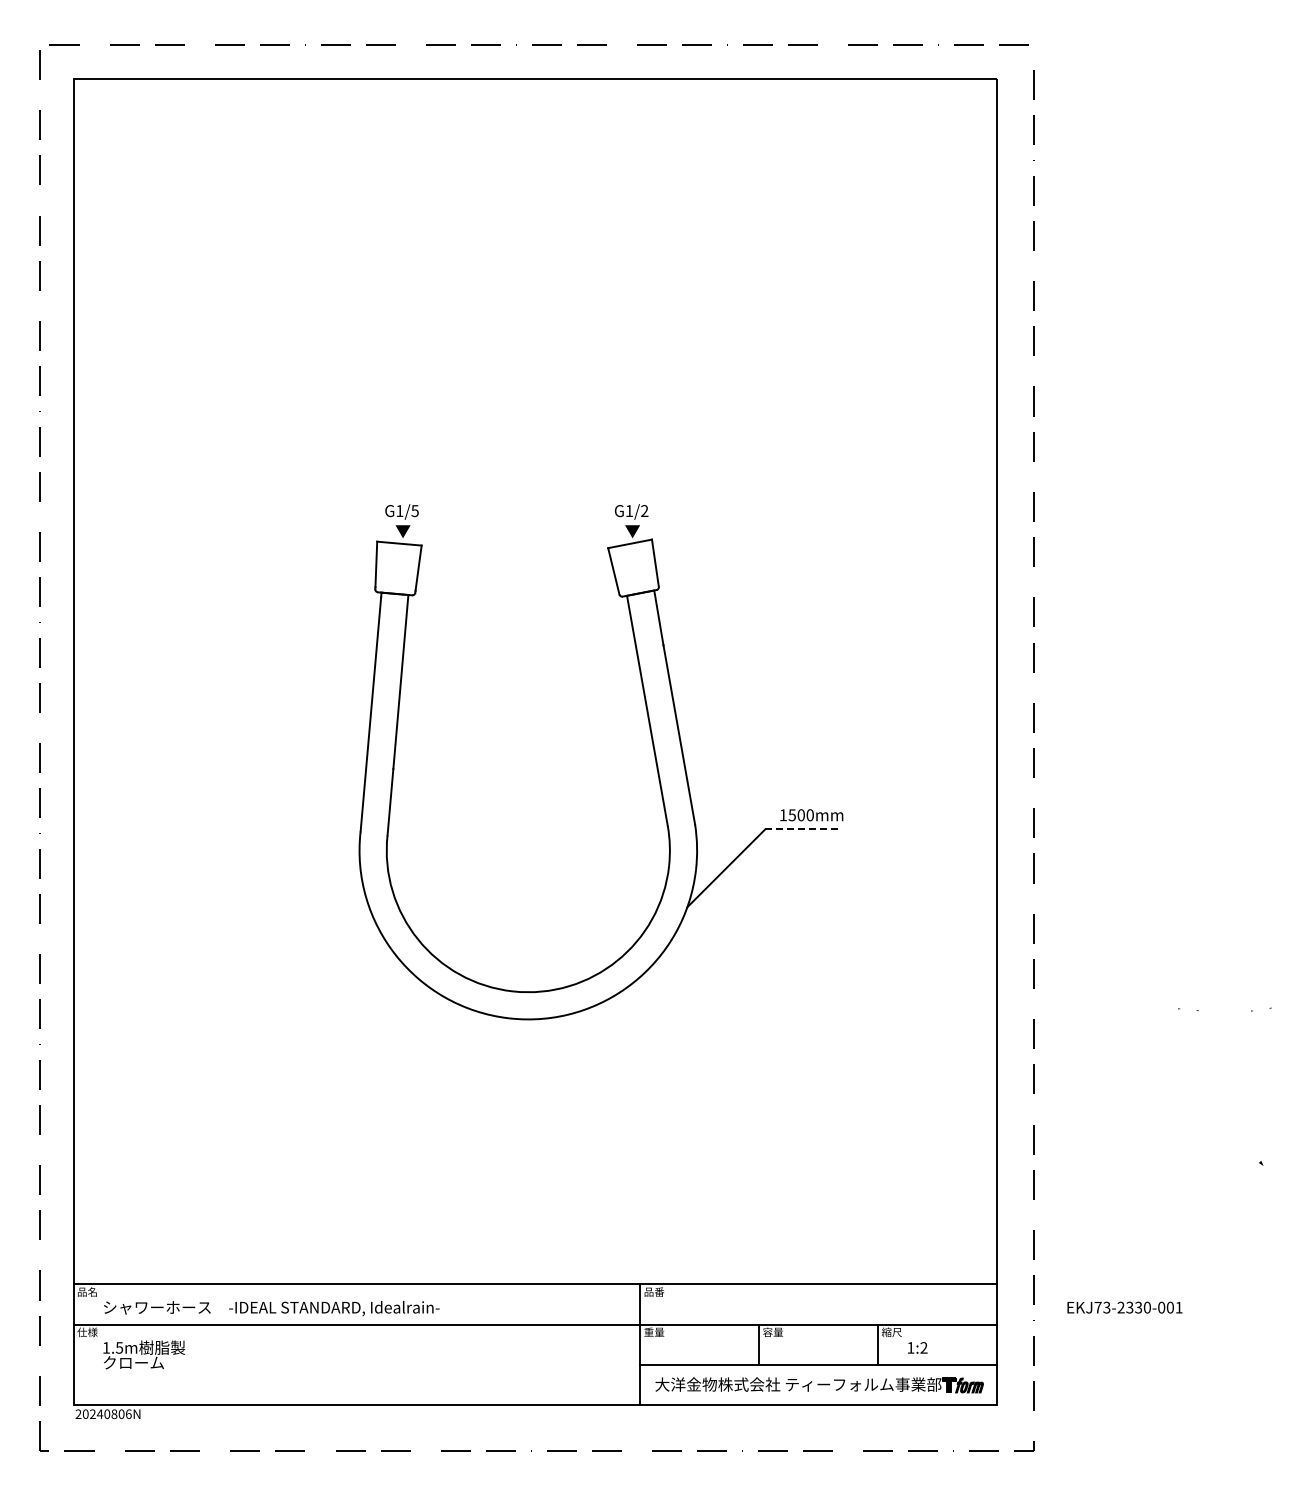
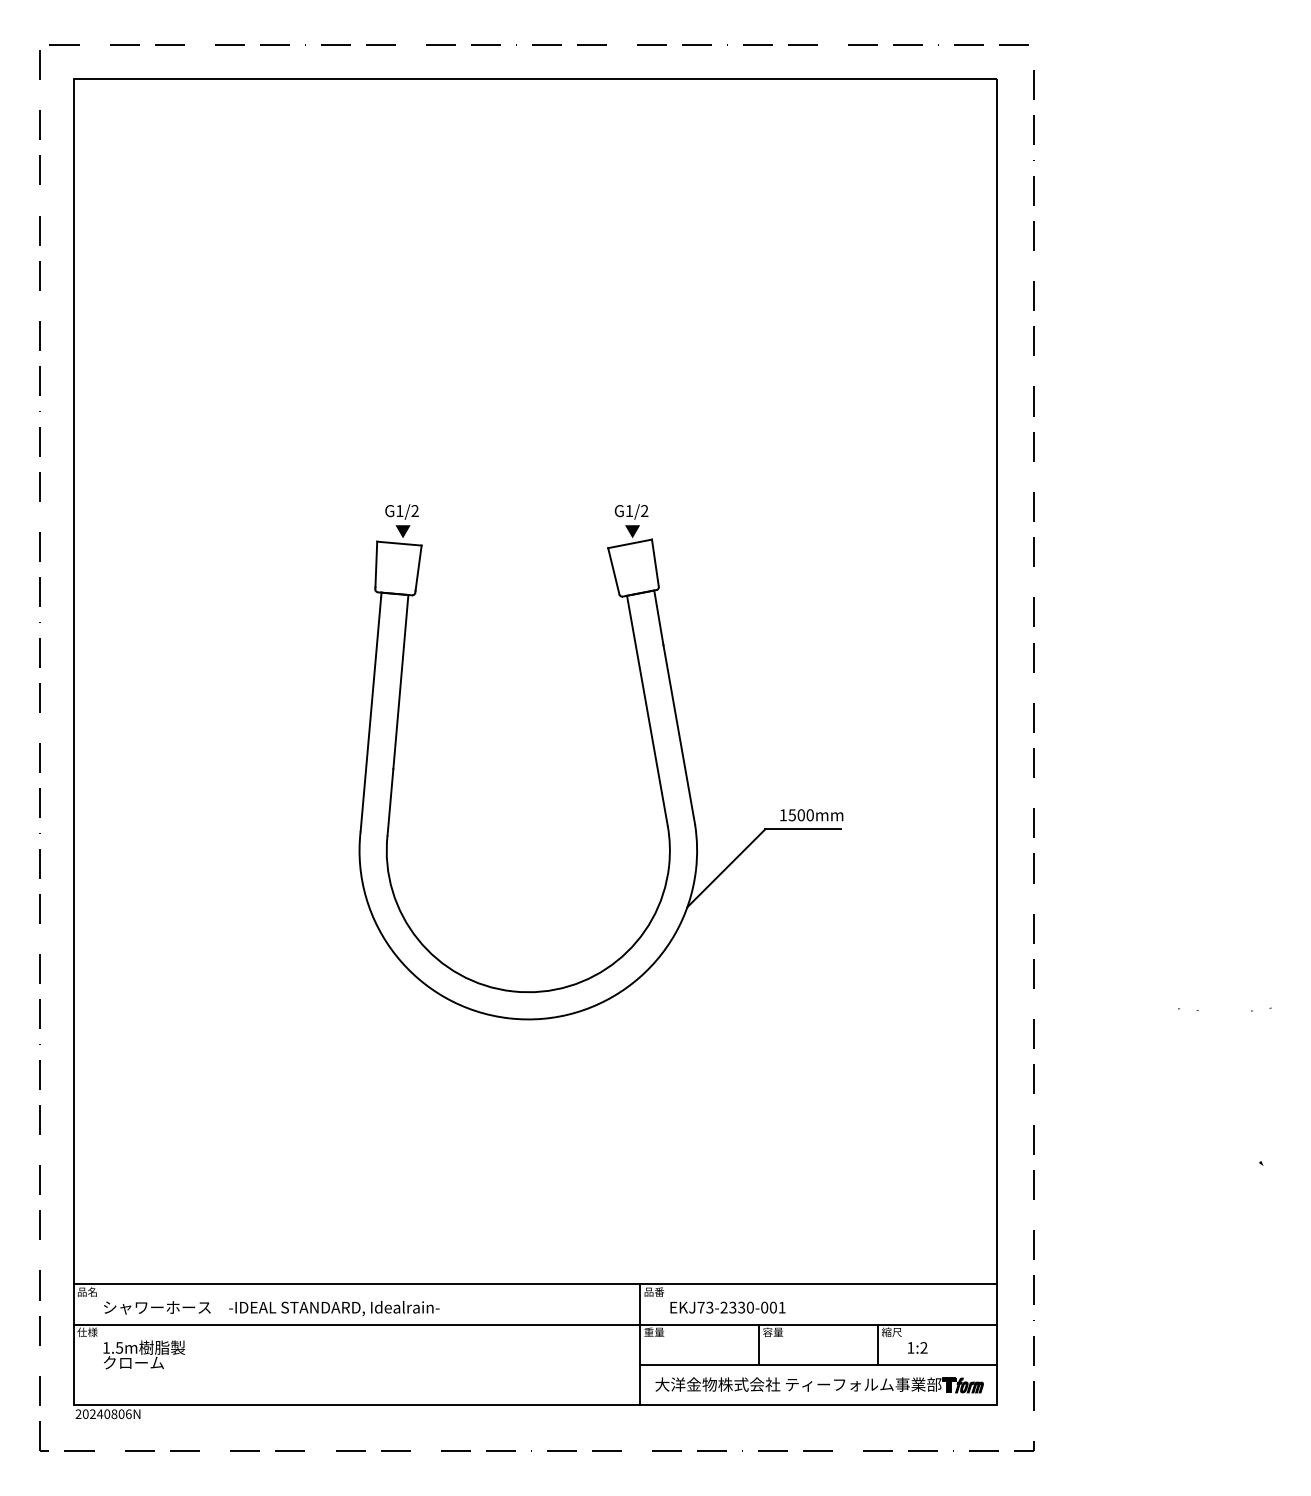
text at (414, 511): G1/5 -> G1/2
line at (803, 829): dashed -> solid
text at (1124, 1307) position: (1124, 1307) -> (727, 1307)
